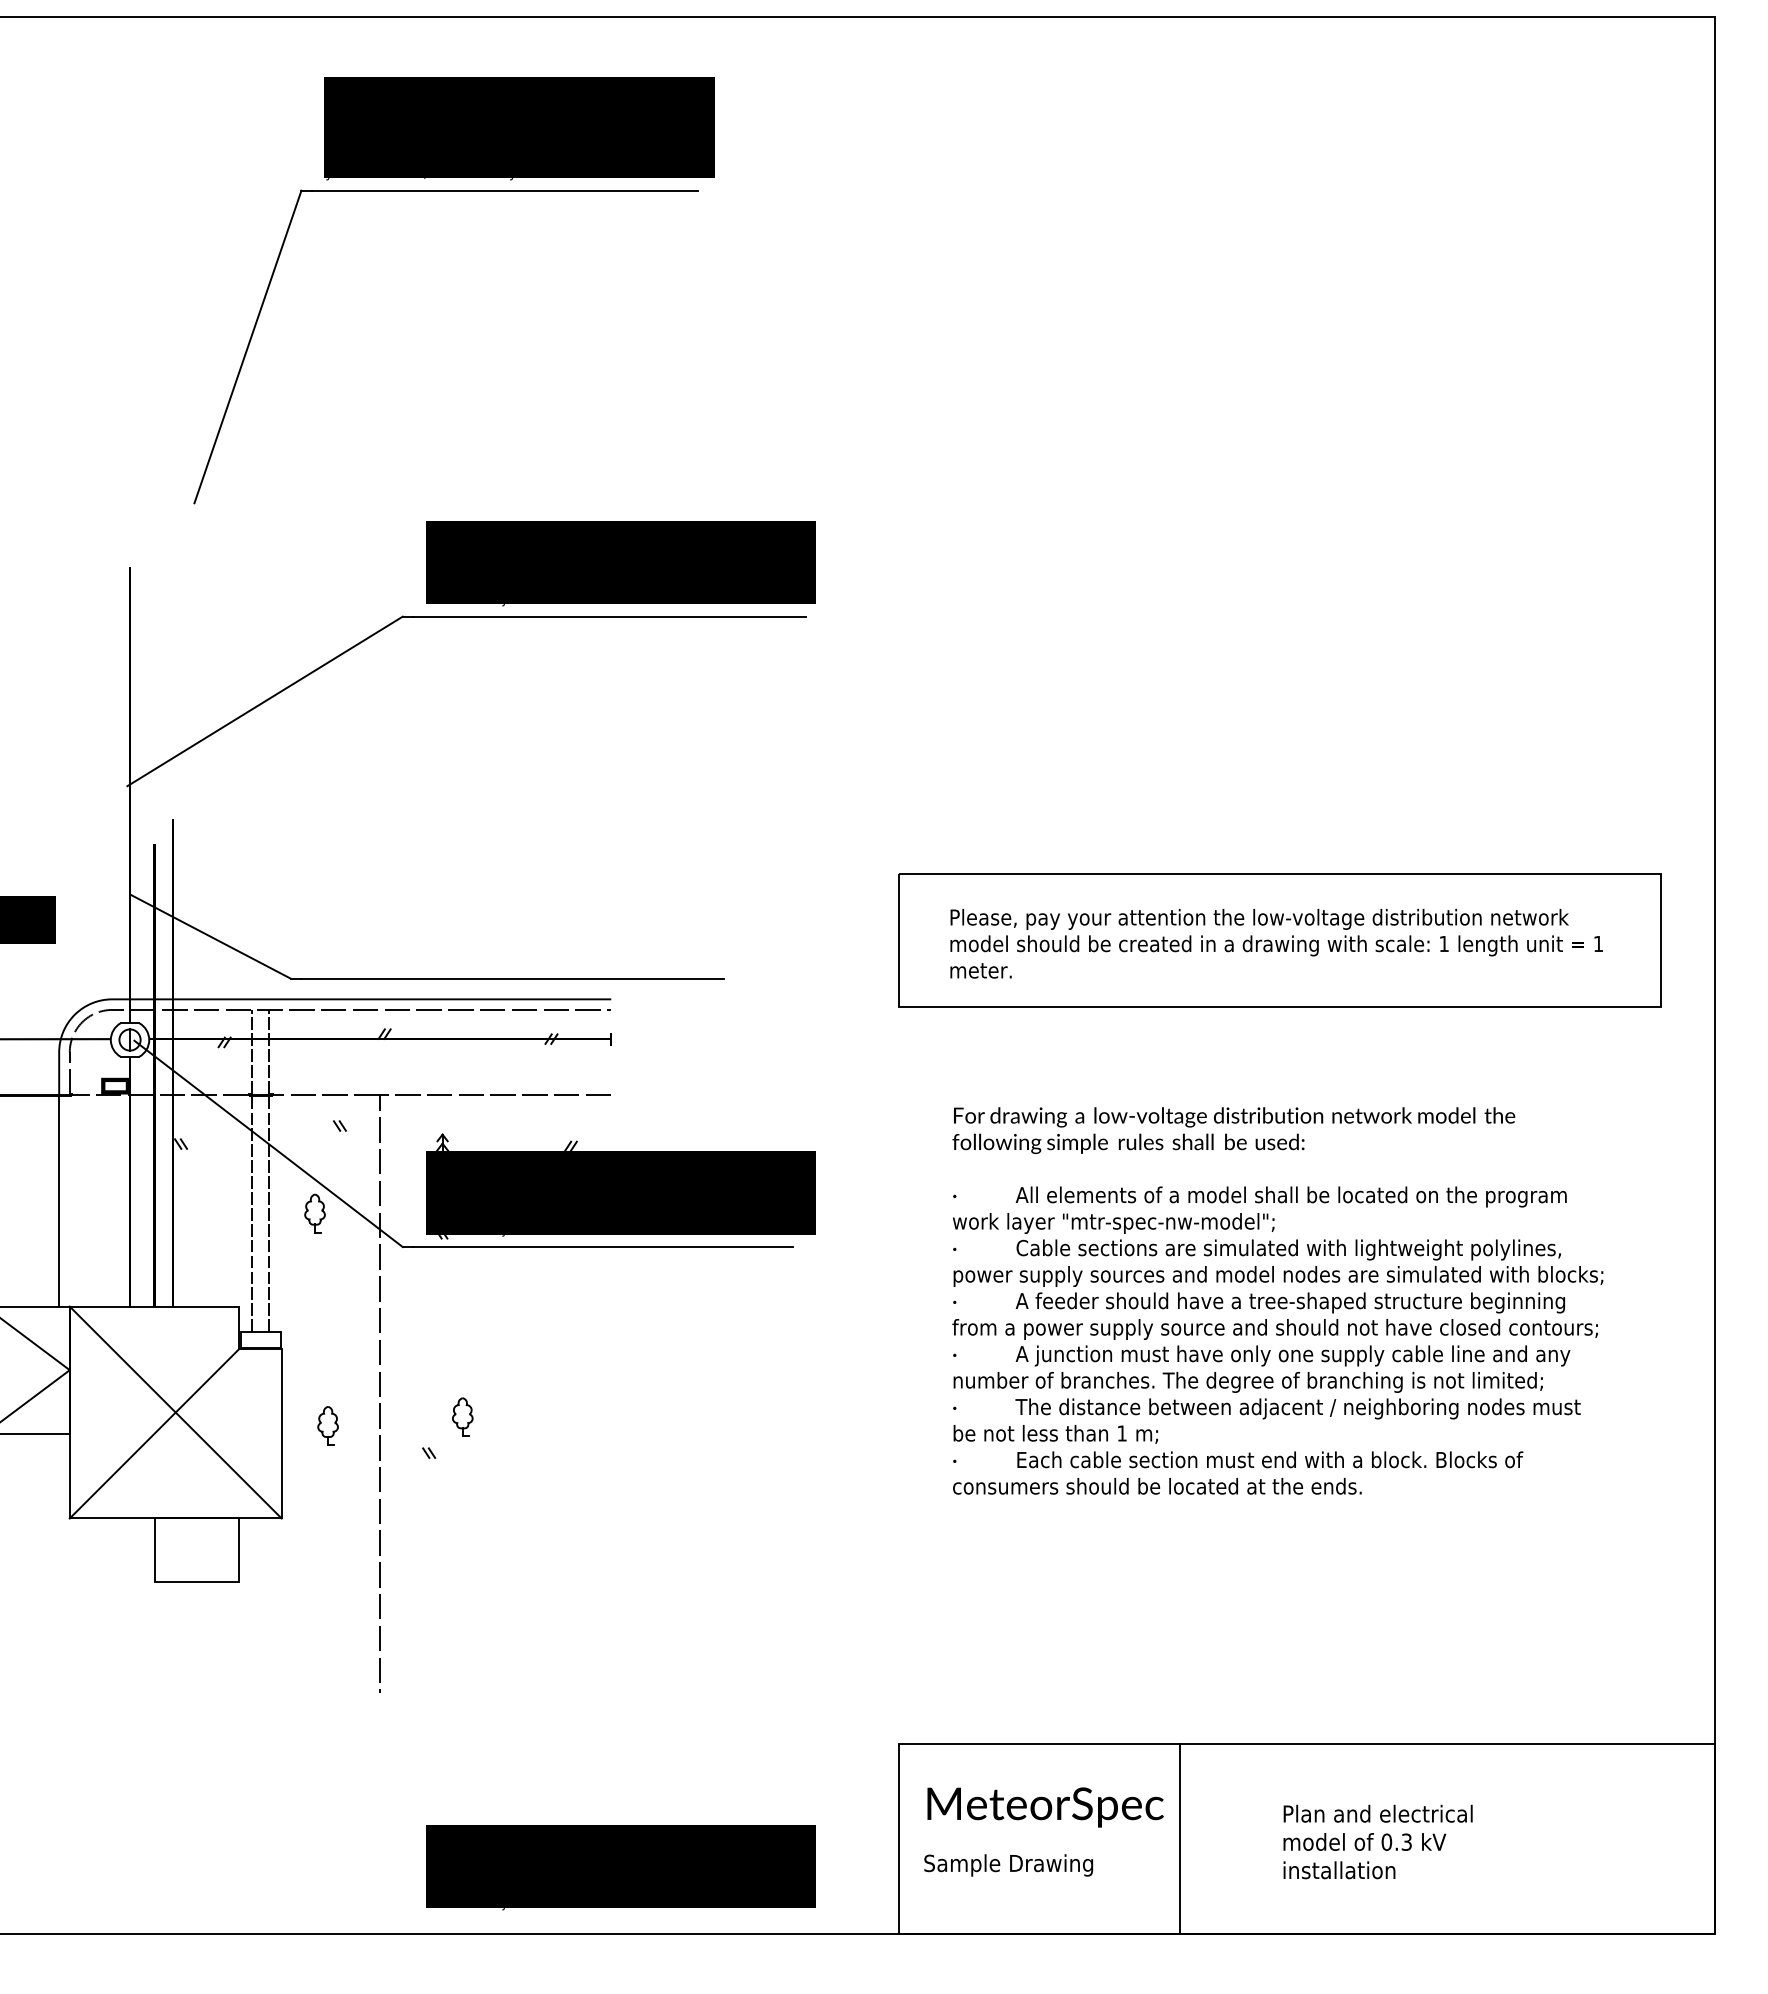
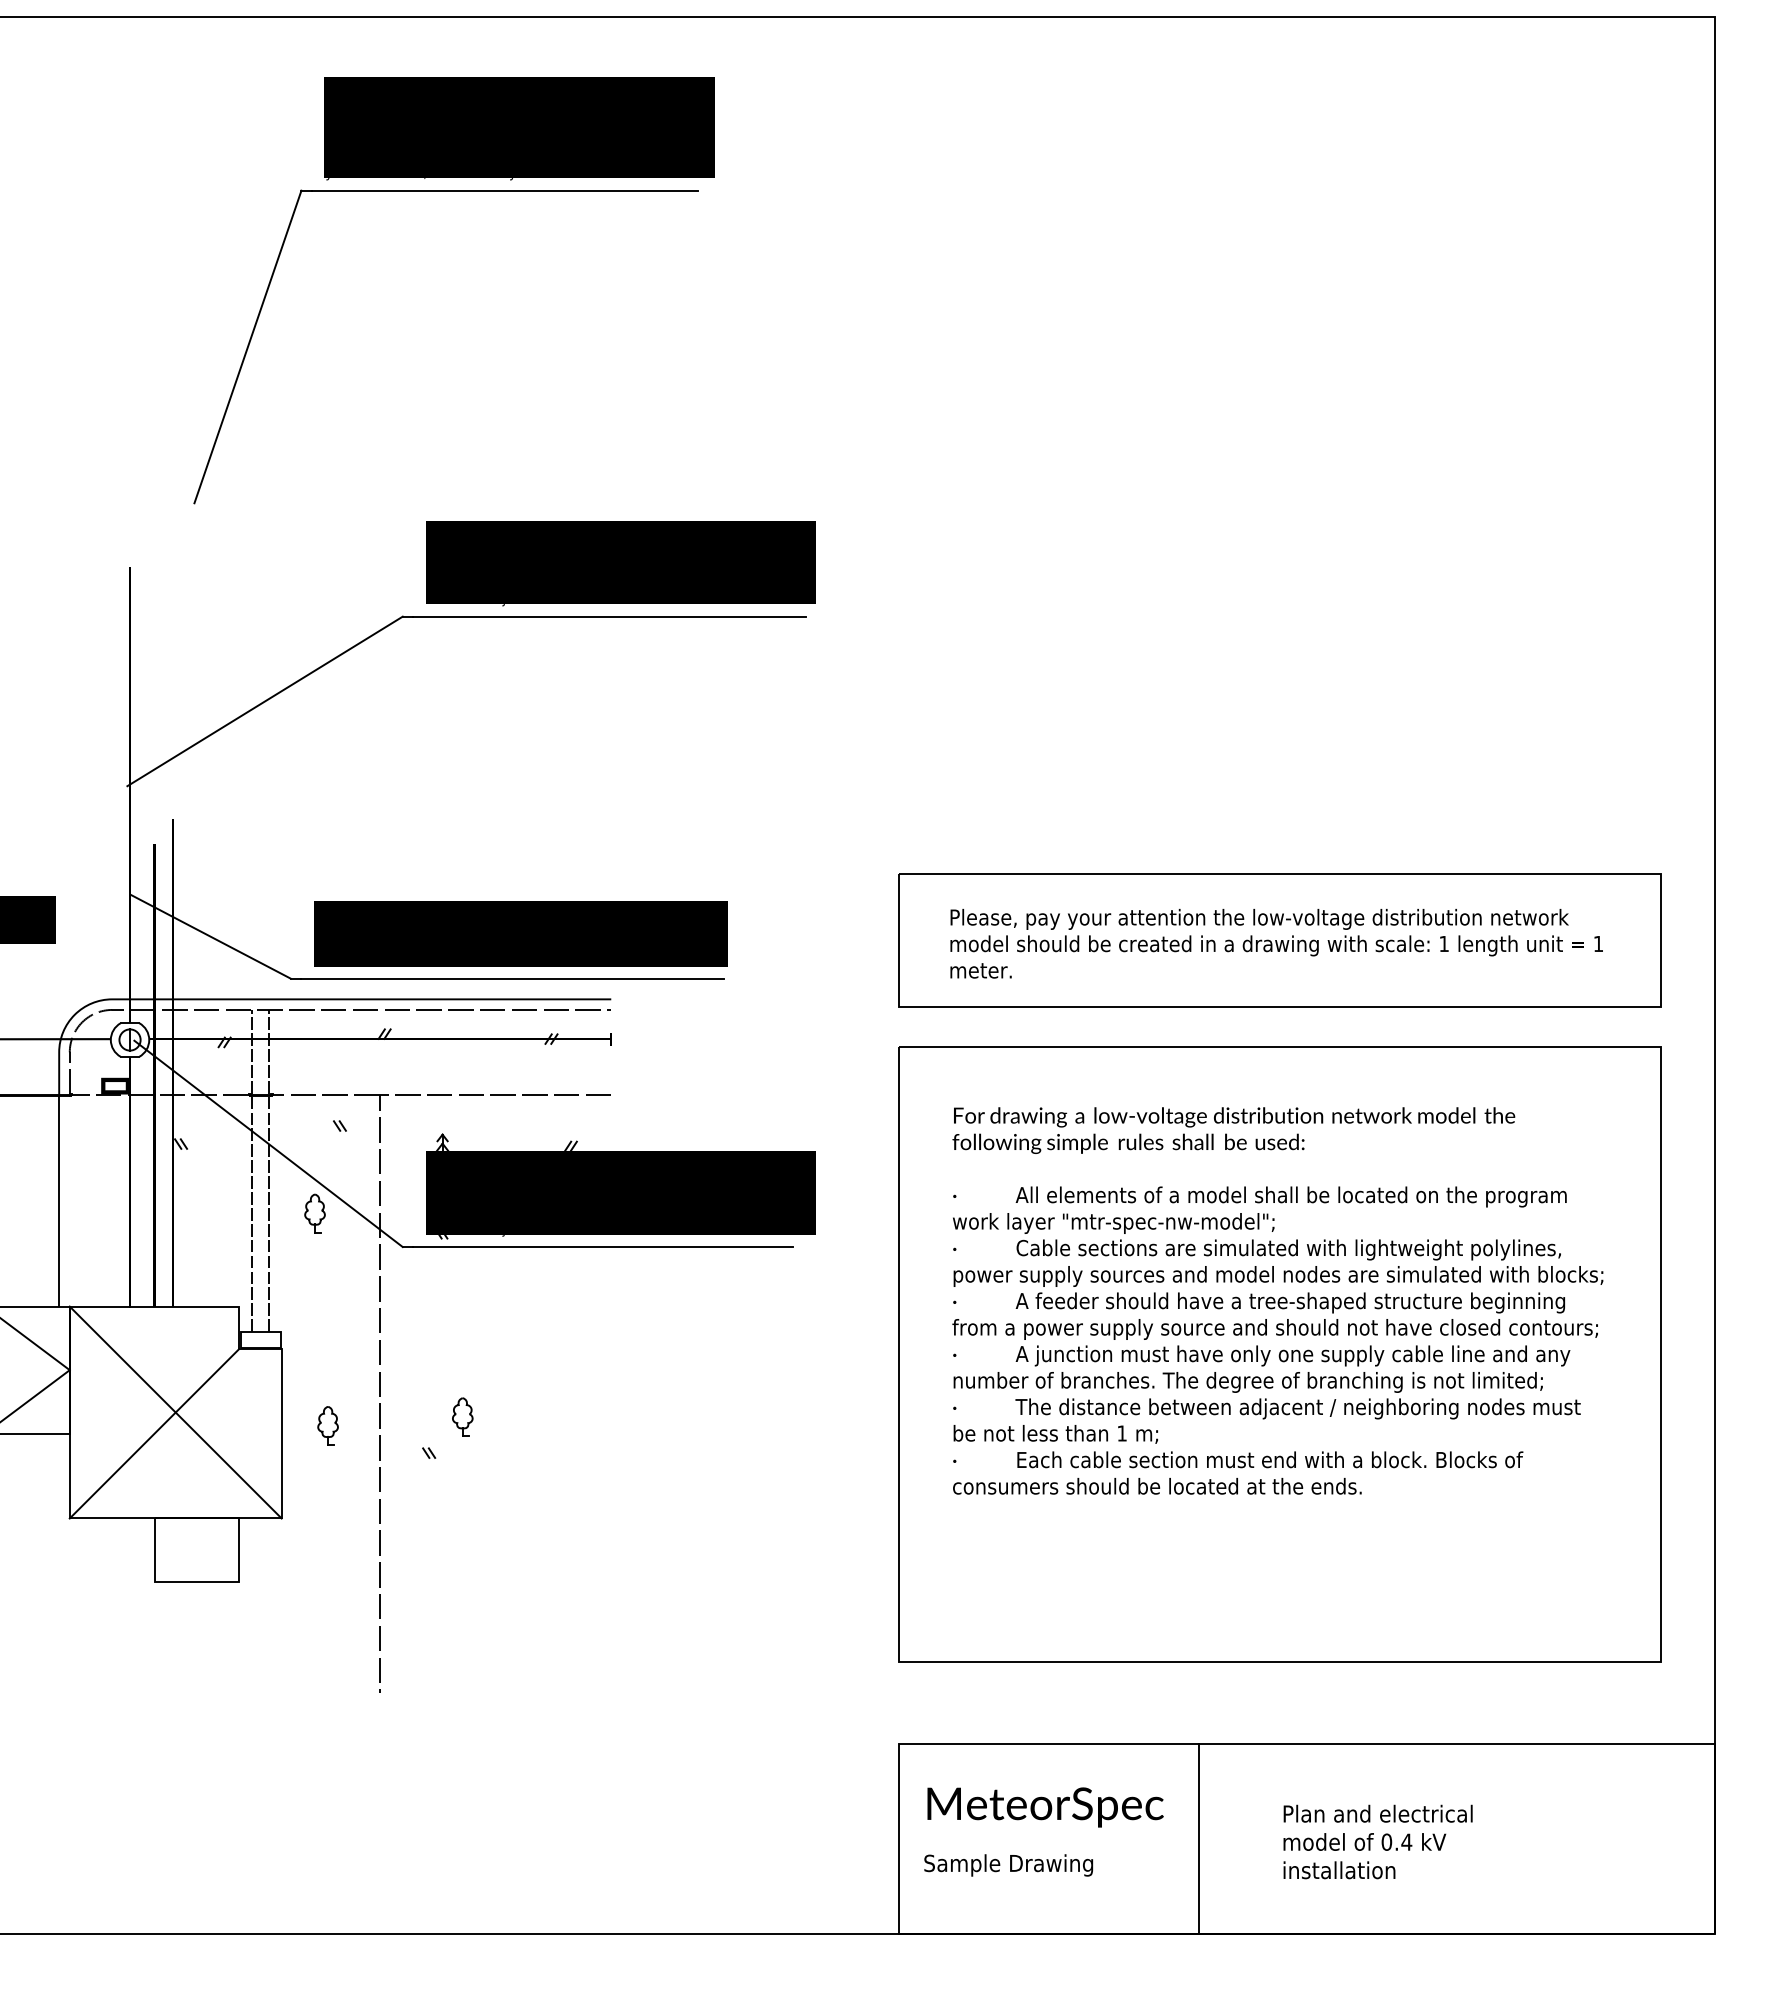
part at (520, 933): none -> present
part at (1279, 1354): none -> present
line at (1179, 1838) position: (1179, 1838) -> (1198, 1838)
text at (1406, 1841): 0.3 -> 0.4
part at (620, 1867): present -> none
